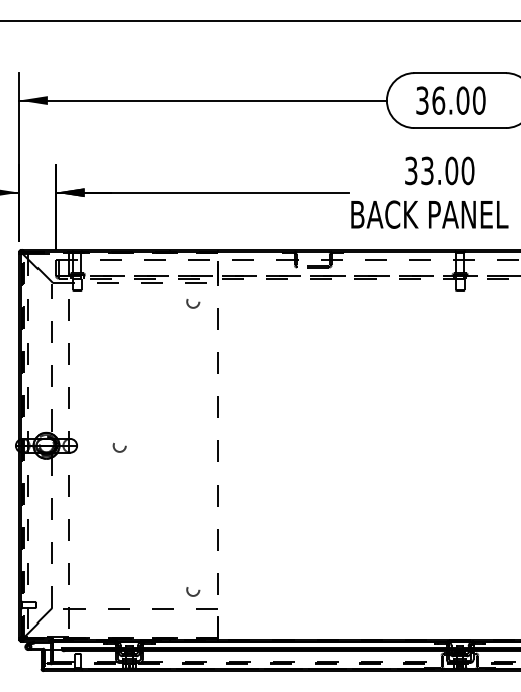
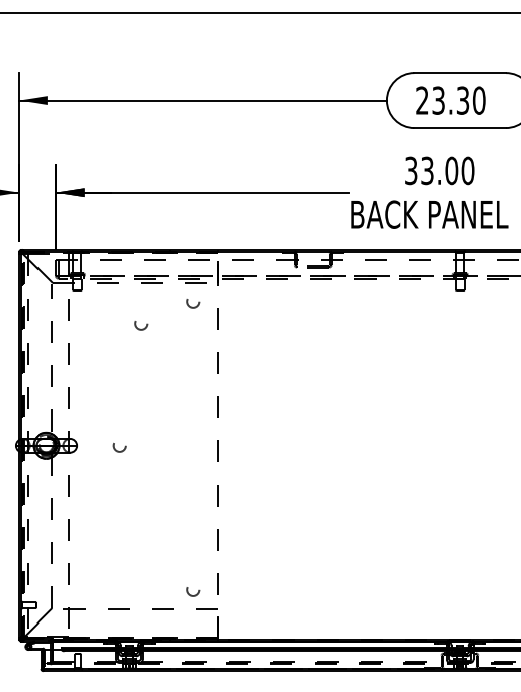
line at (259, 20) position: (259, 20) -> (259, 12)
text at (442, 100): 36.00 -> 23.30
circle at (141, 325): none -> present
